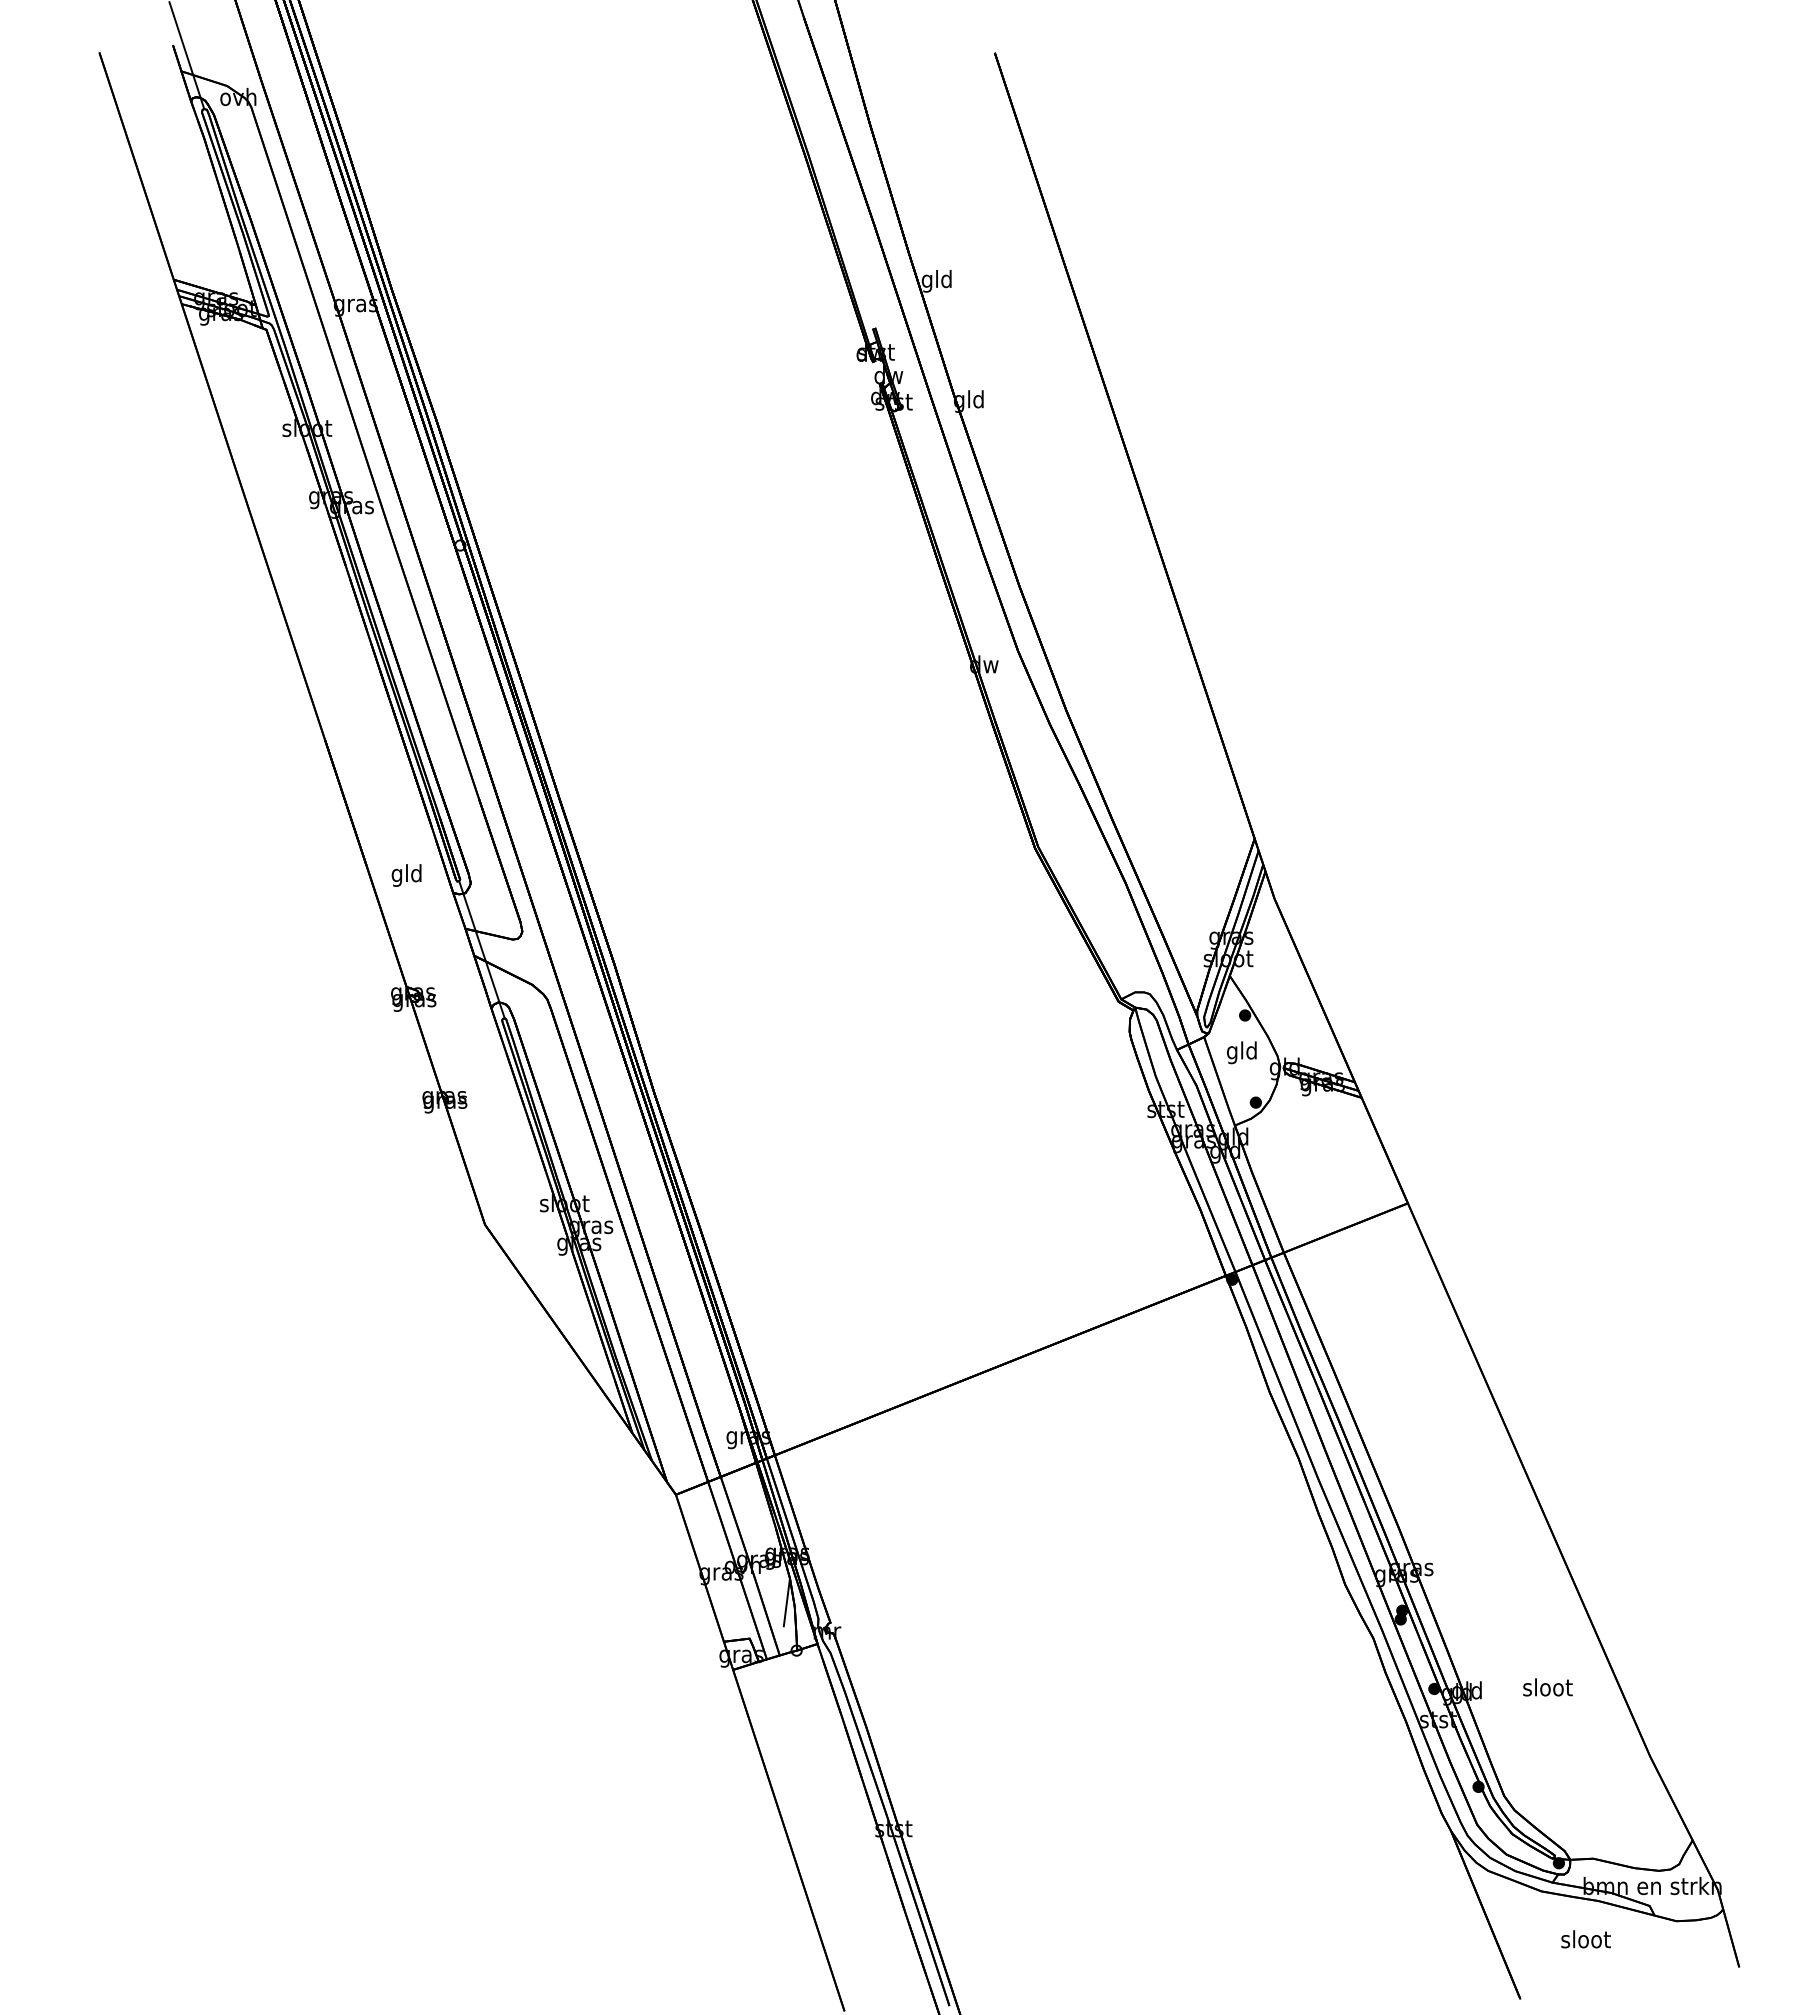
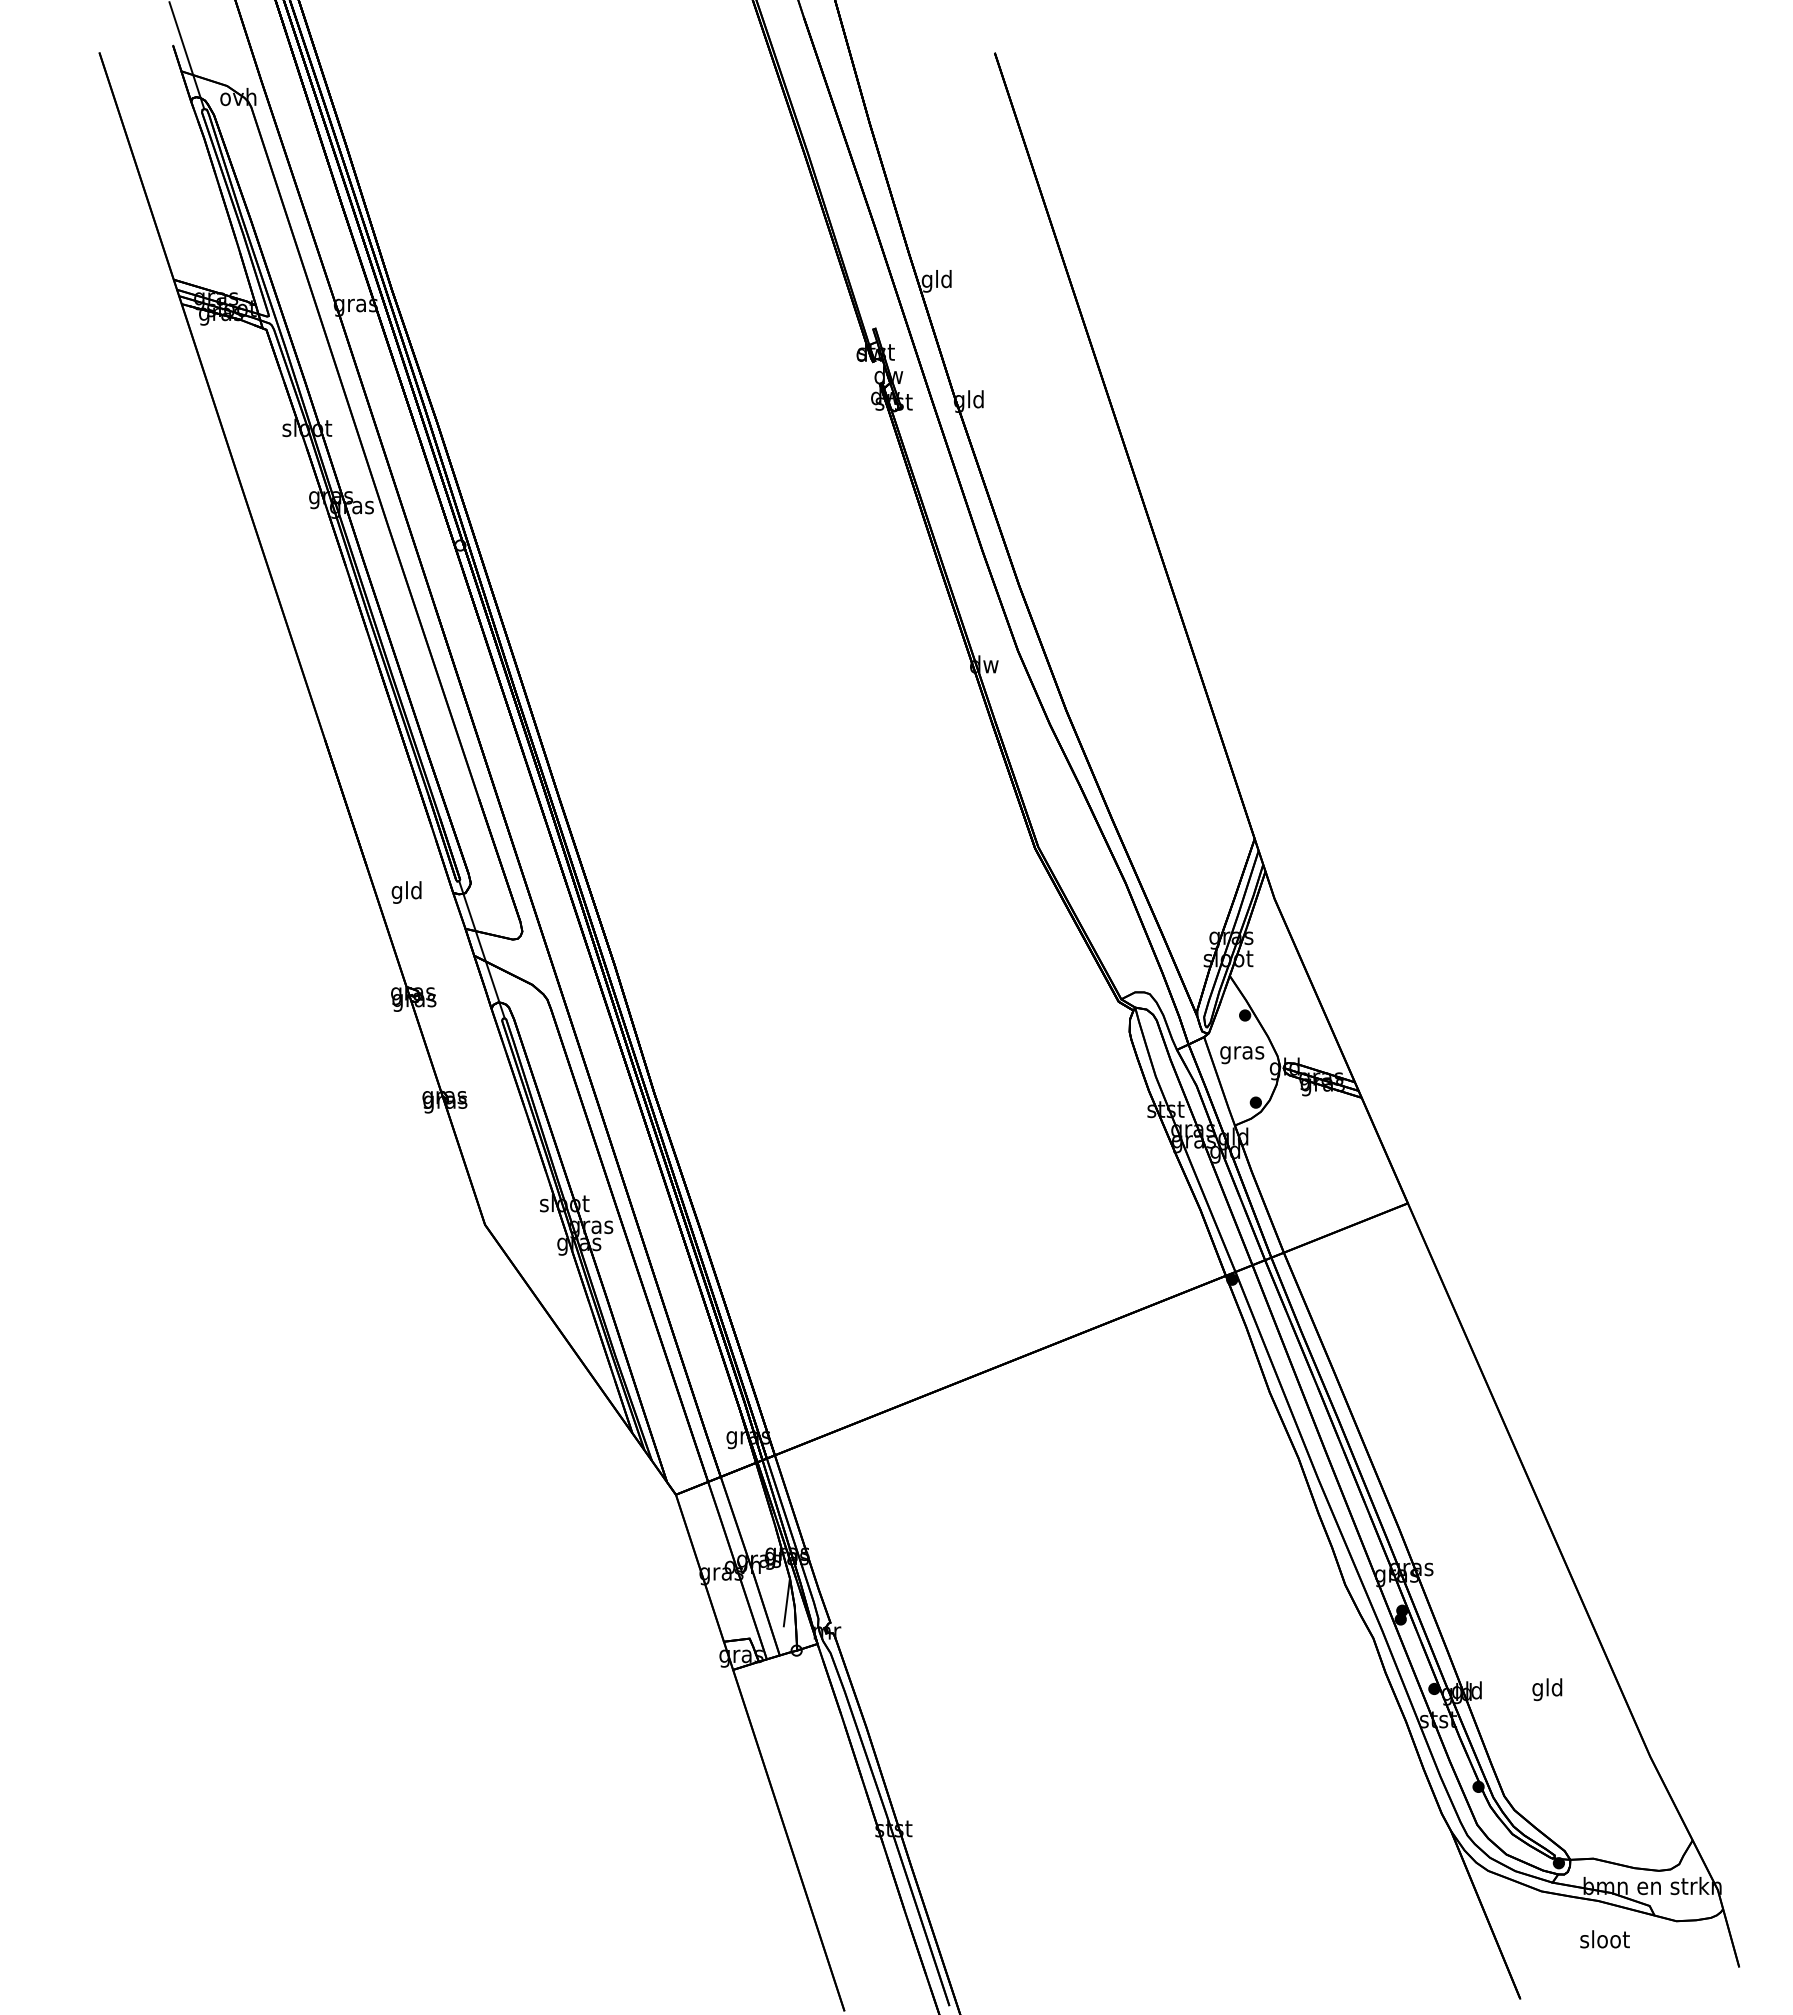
text at (406, 875) position: (406, 875) -> (406, 892)
text at (1242, 1052): gld -> gras
text at (1547, 1689): sloot -> gld
text at (1585, 1939) position: (1585, 1939) -> (1604, 1939)
